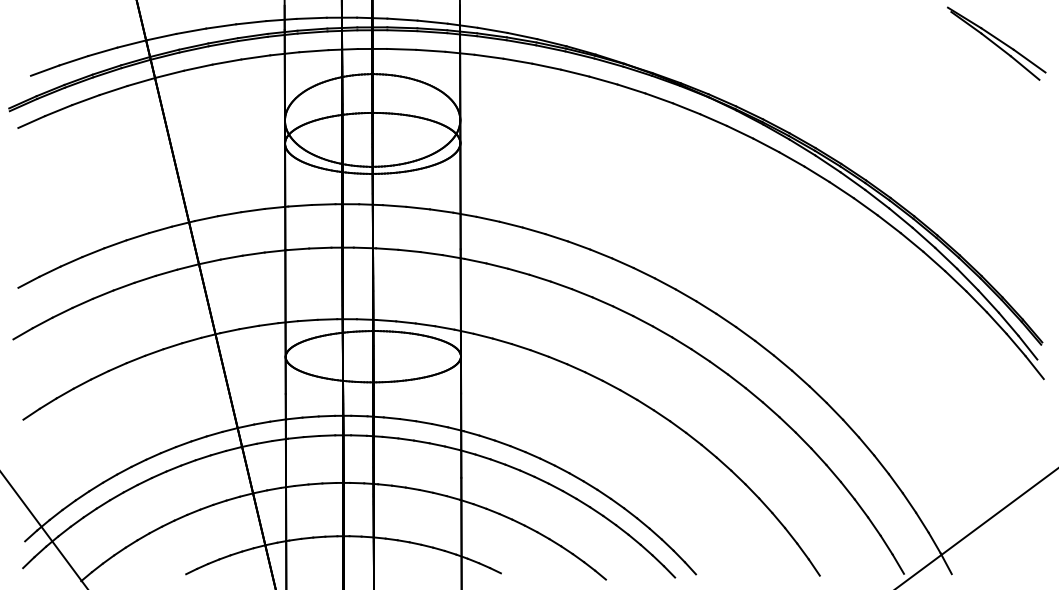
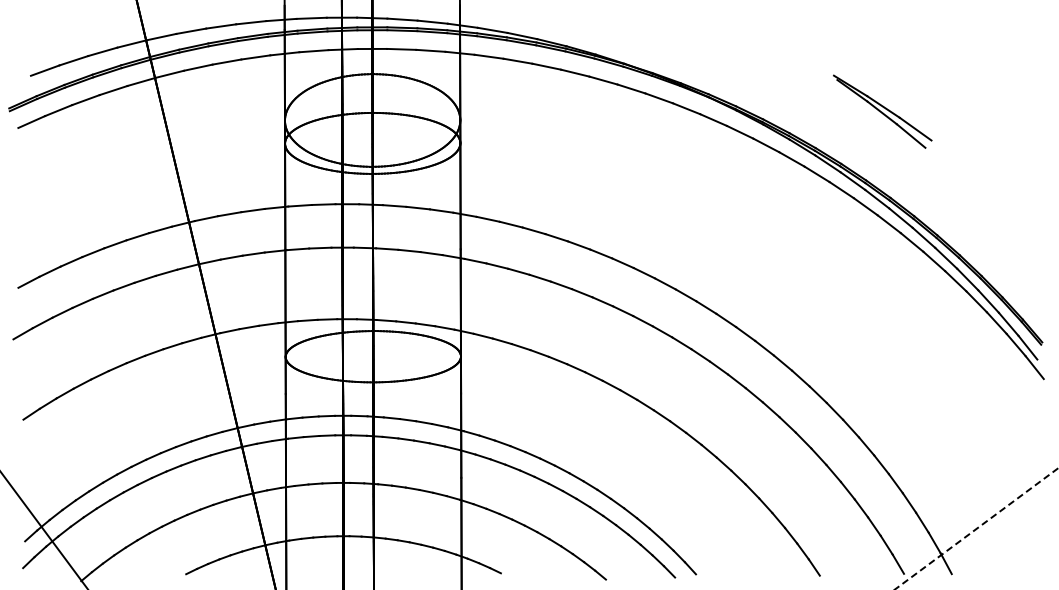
part at (996, 43) position: (996, 43) -> (882, 111)
line at (976, 528): solid -> dashed
